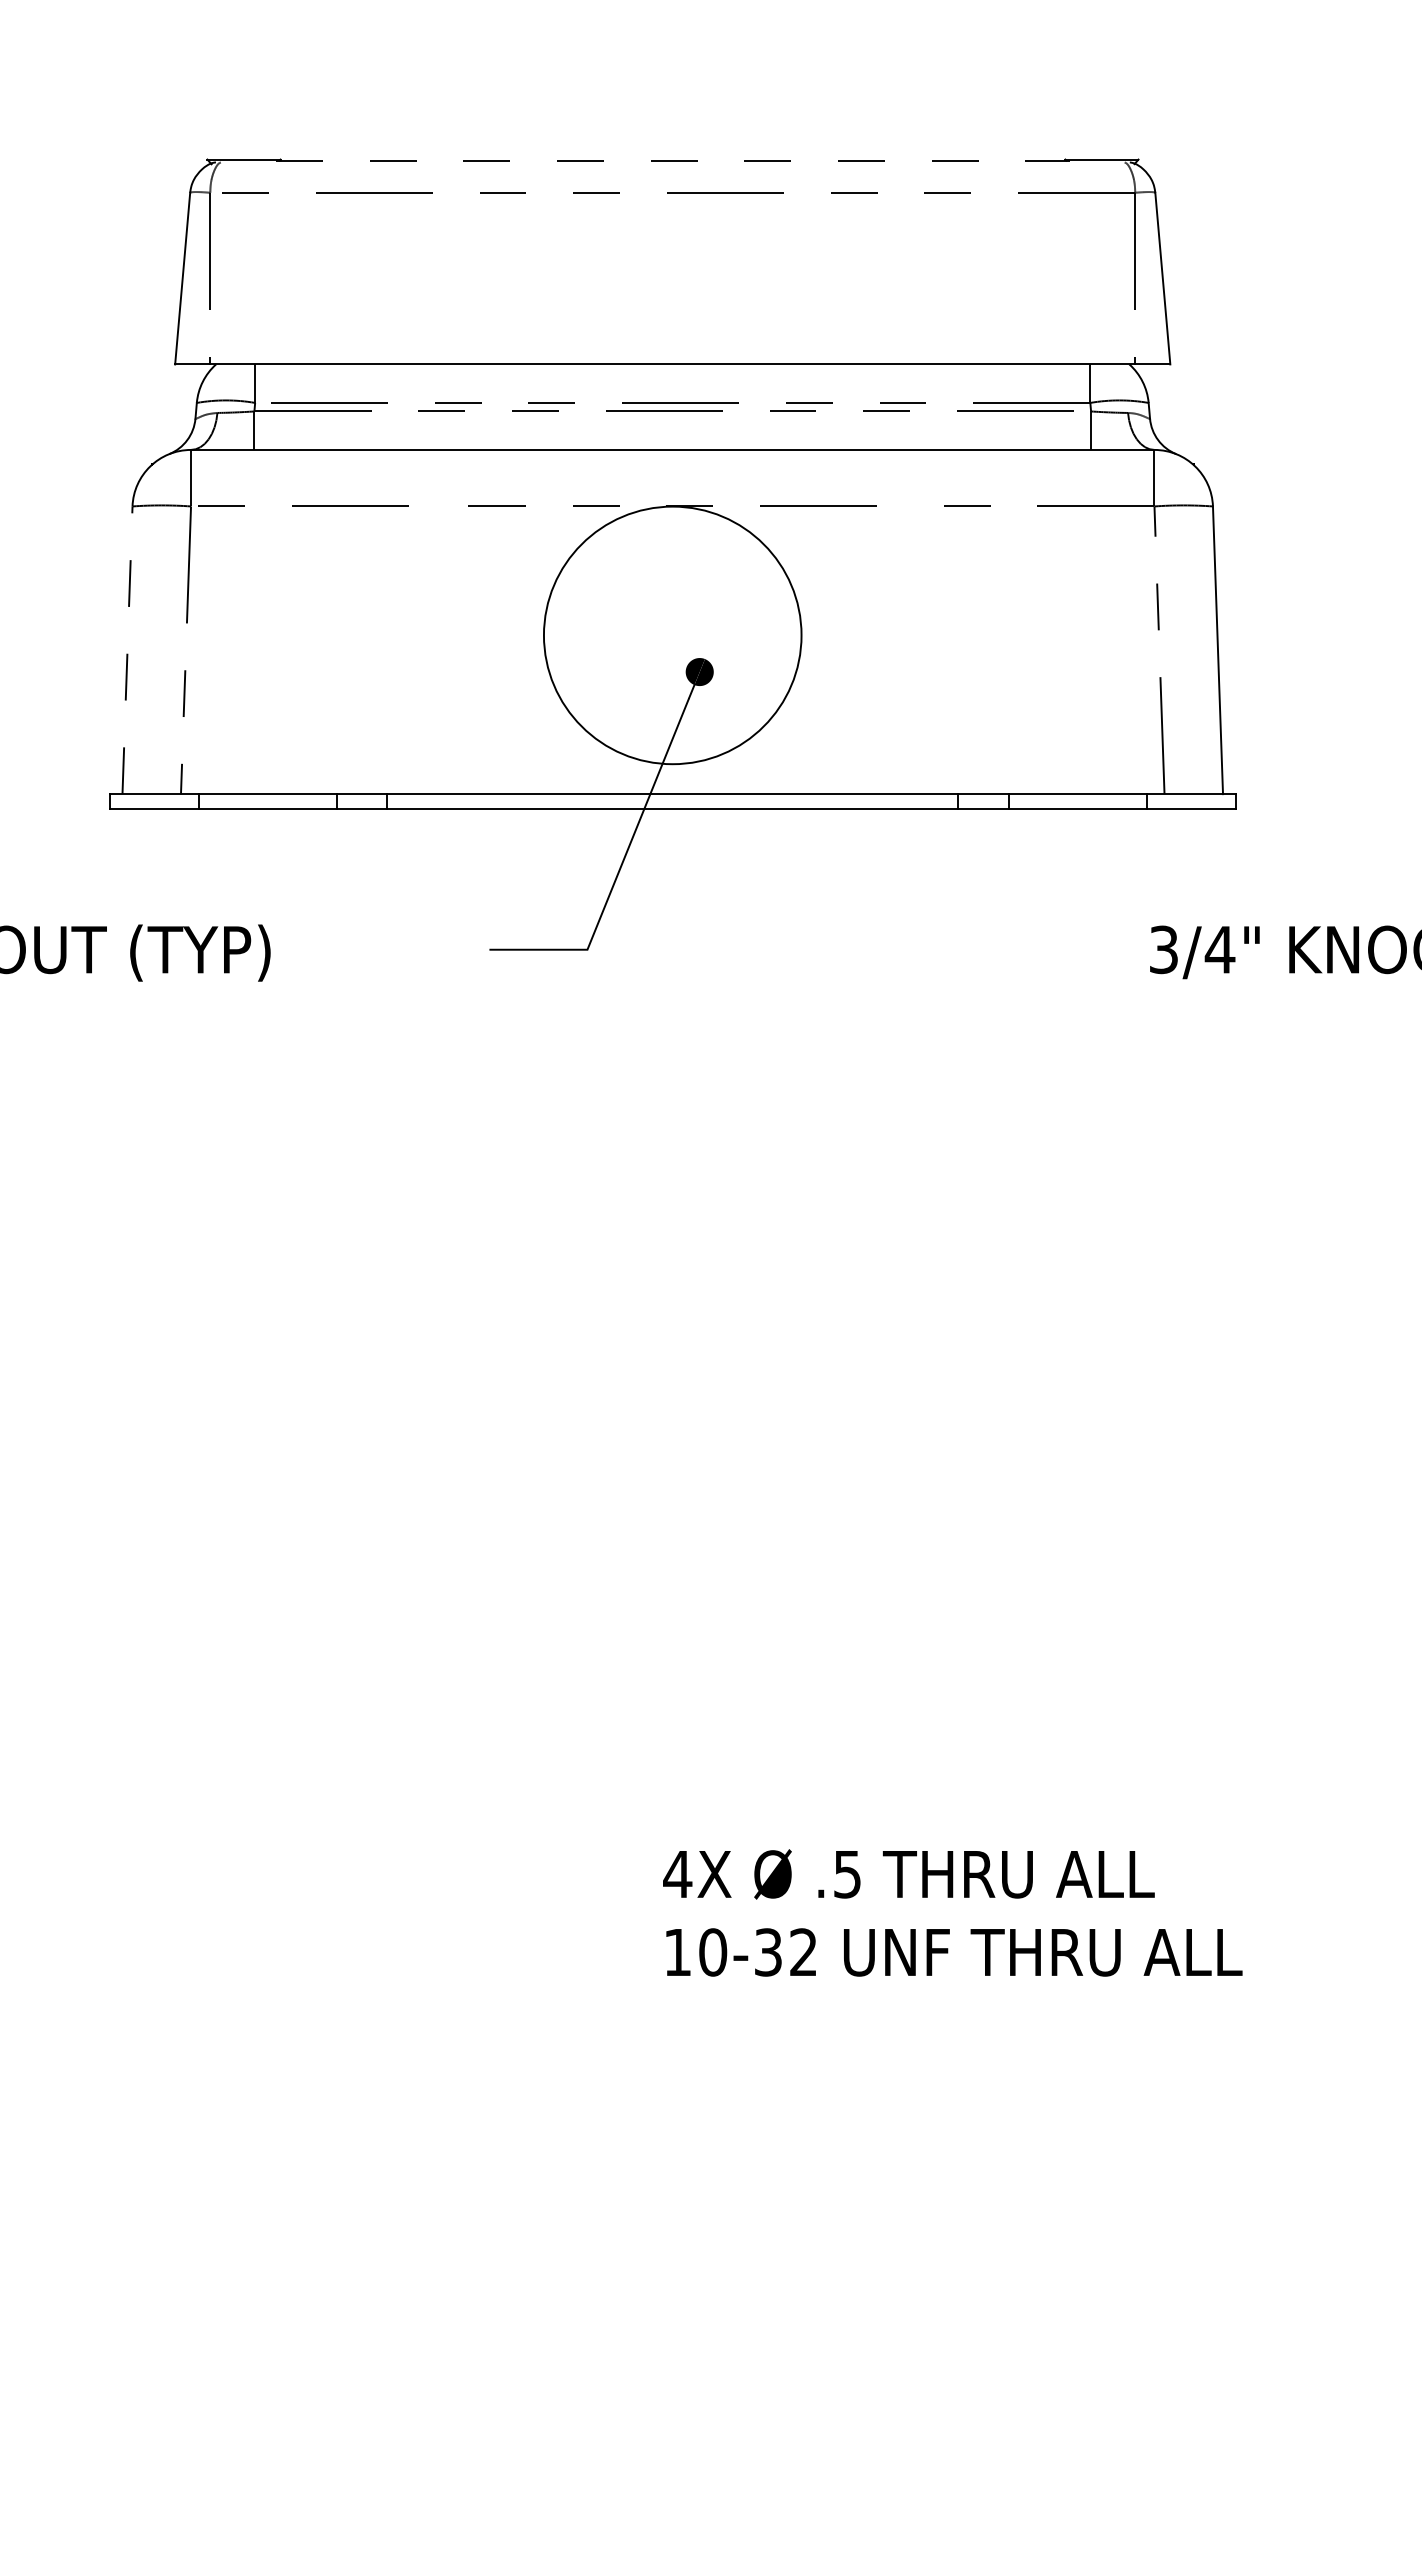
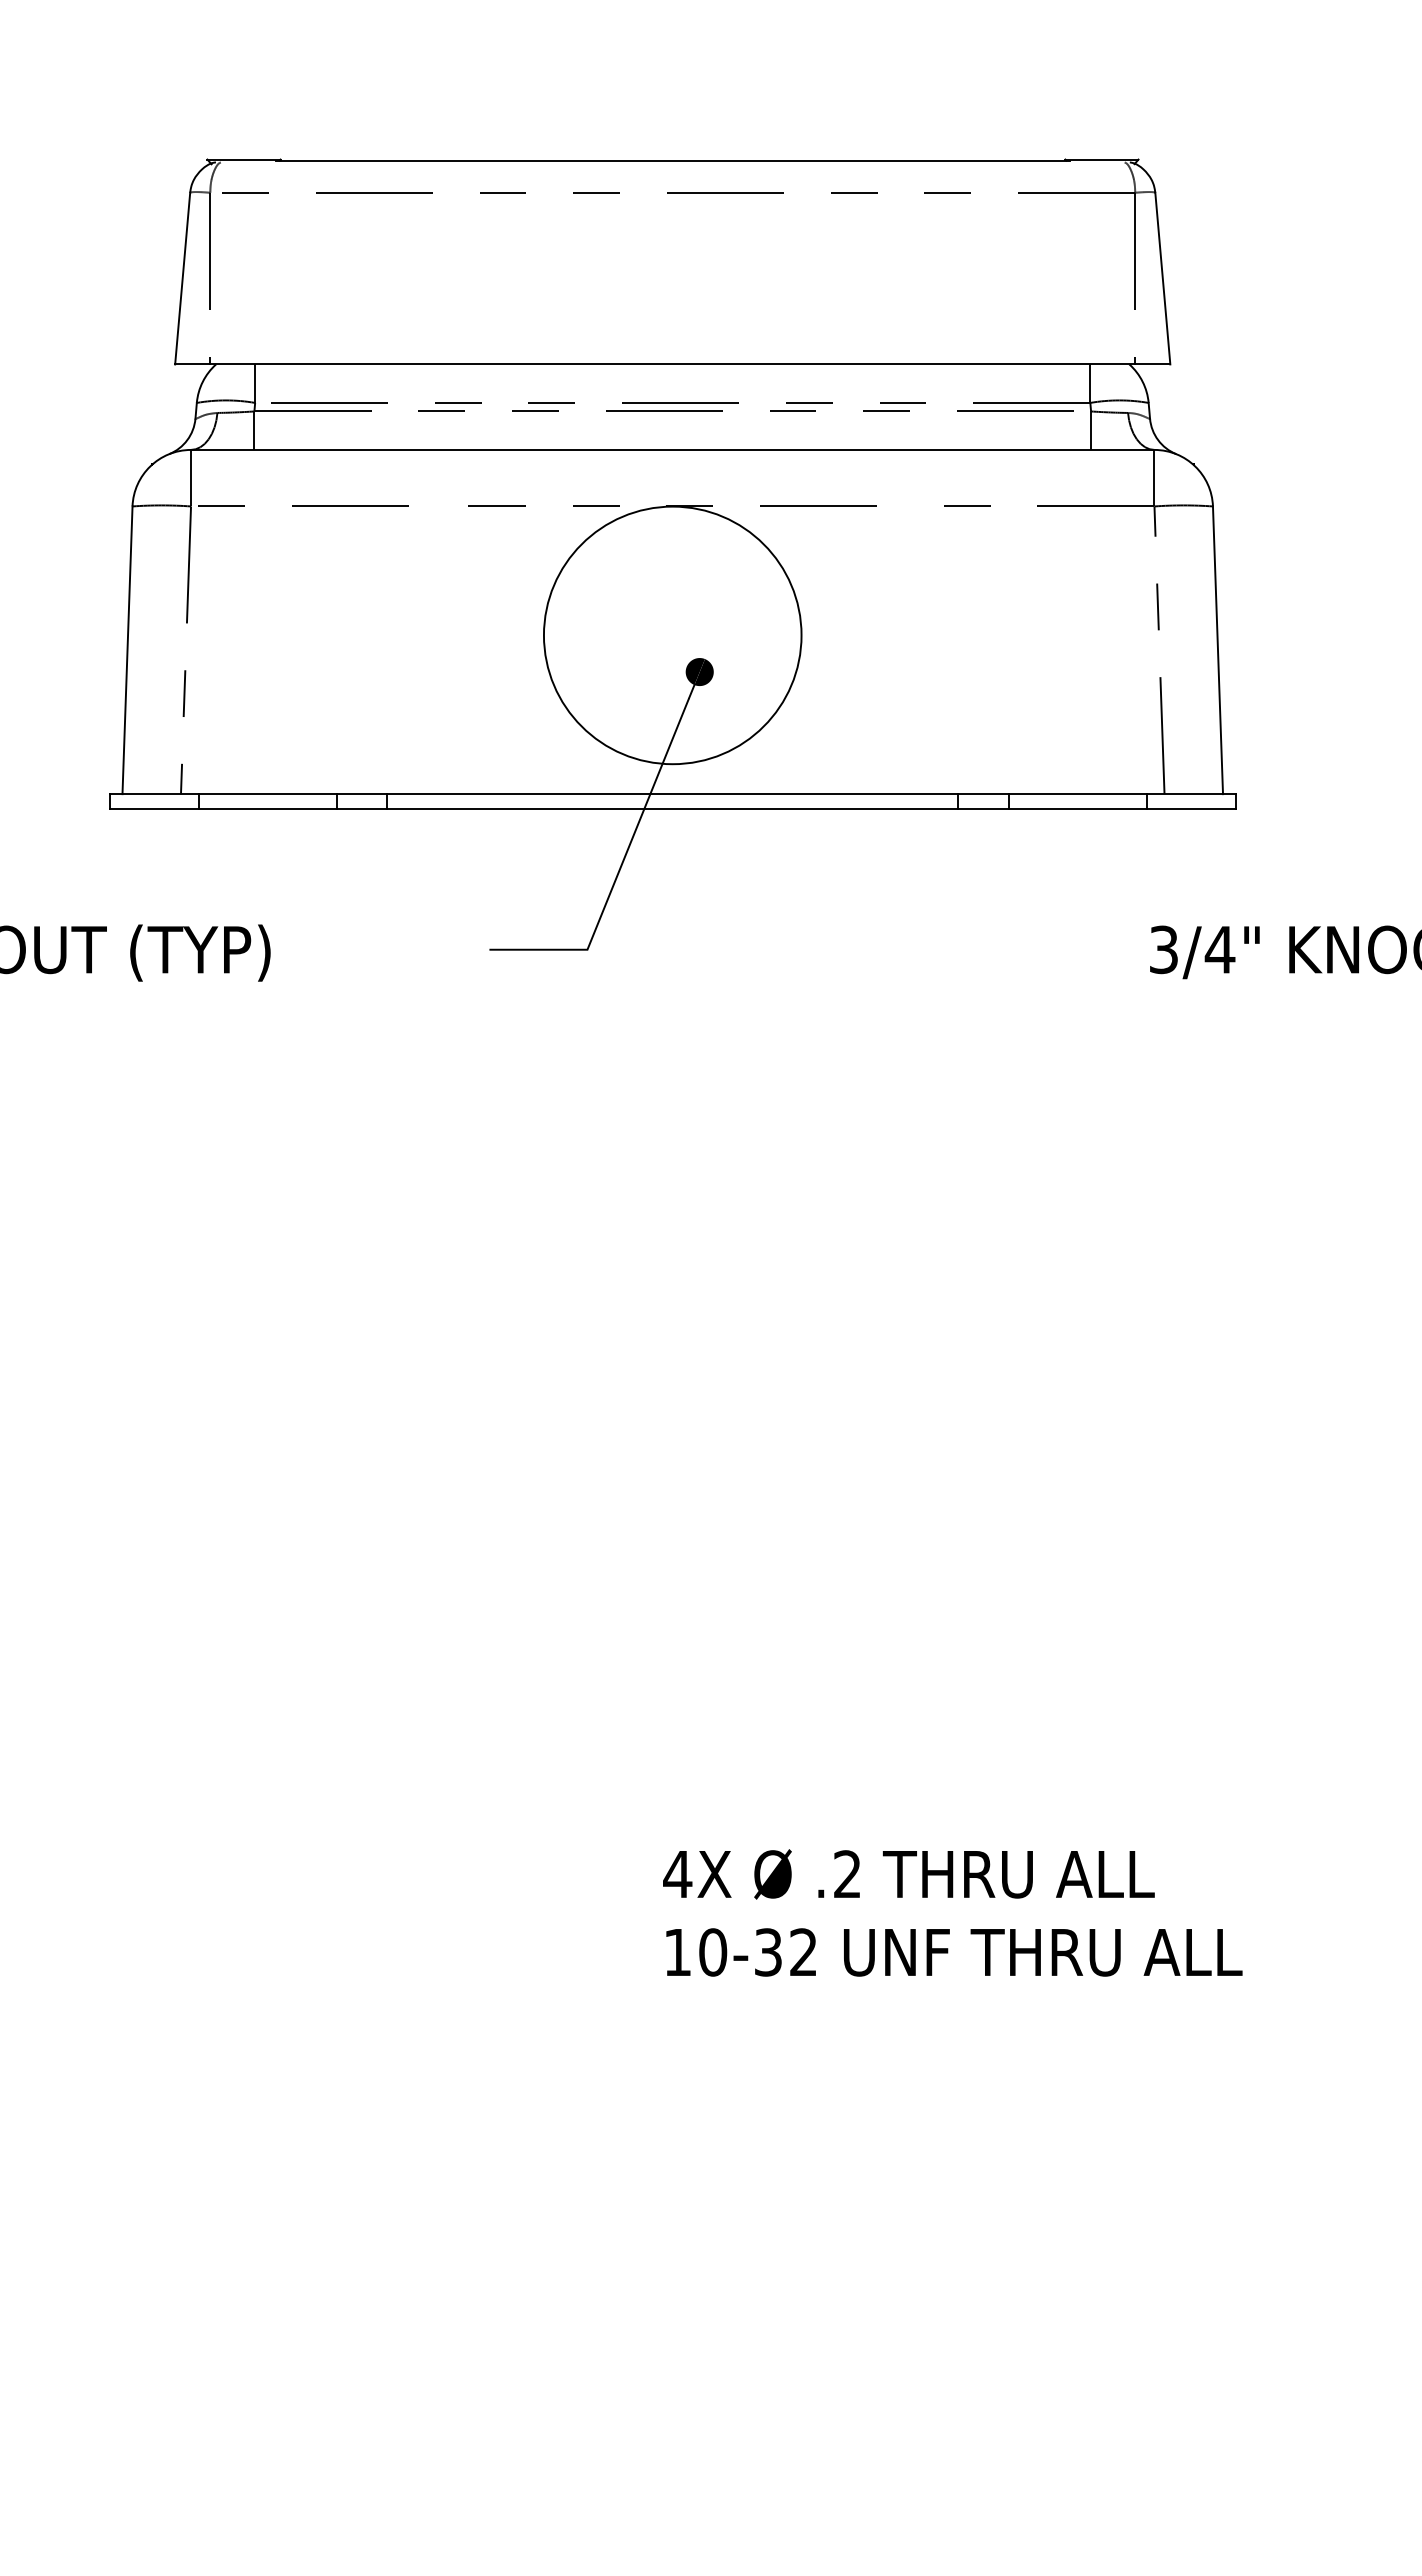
line at (672, 160): dashed -> solid
line at (127, 650): dashed -> solid
text at (847, 1874): .5 -> .2
